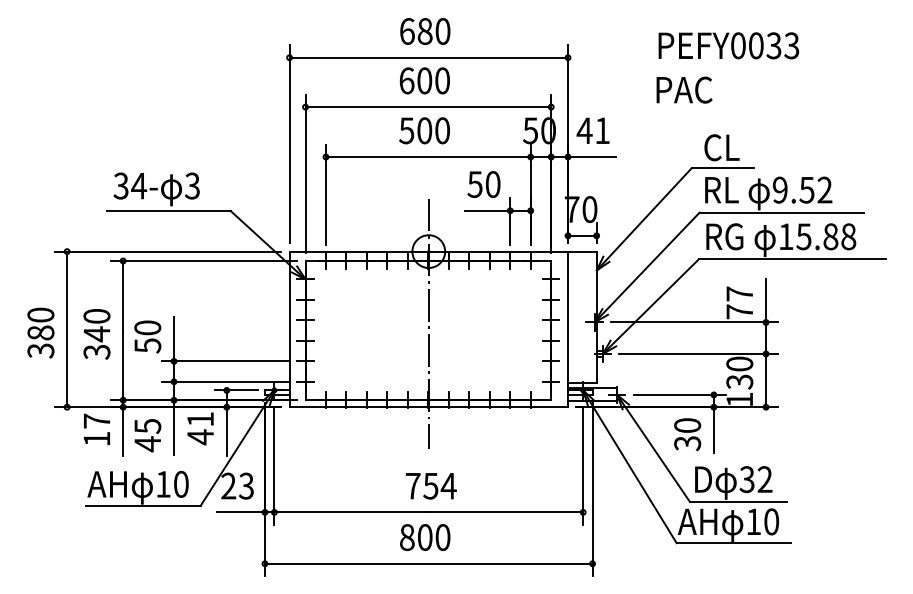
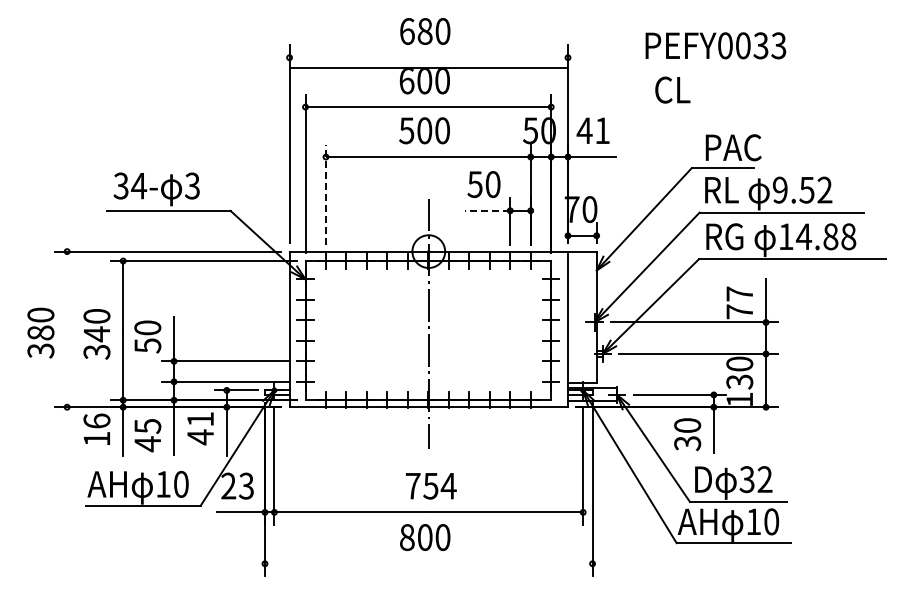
text at (728, 45) position: (728, 45) -> (715, 45)
line at (428, 57) position: (428, 57) -> (428, 67)
text at (683, 89): PAC -> CL
text at (732, 147): CL -> PAC
line at (326, 194): solid -> dashed
line at (487, 210): solid -> dashed
text at (803, 236): 15.88 -> 14.88
line at (67, 329): present -> none
text at (96, 420): 17 -> 16
line at (428, 563): present -> none
